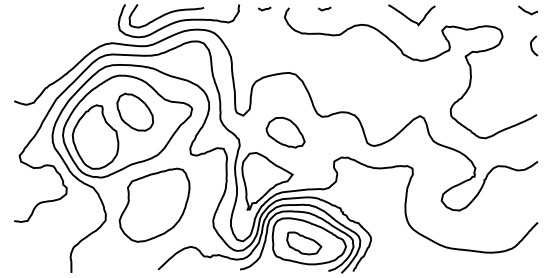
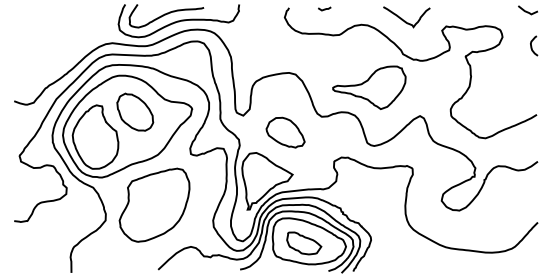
line at (264, 8): present -> none
curve at (410, 18) position: (410, 18) -> (405, 20)
part at (369, 87): none -> present
